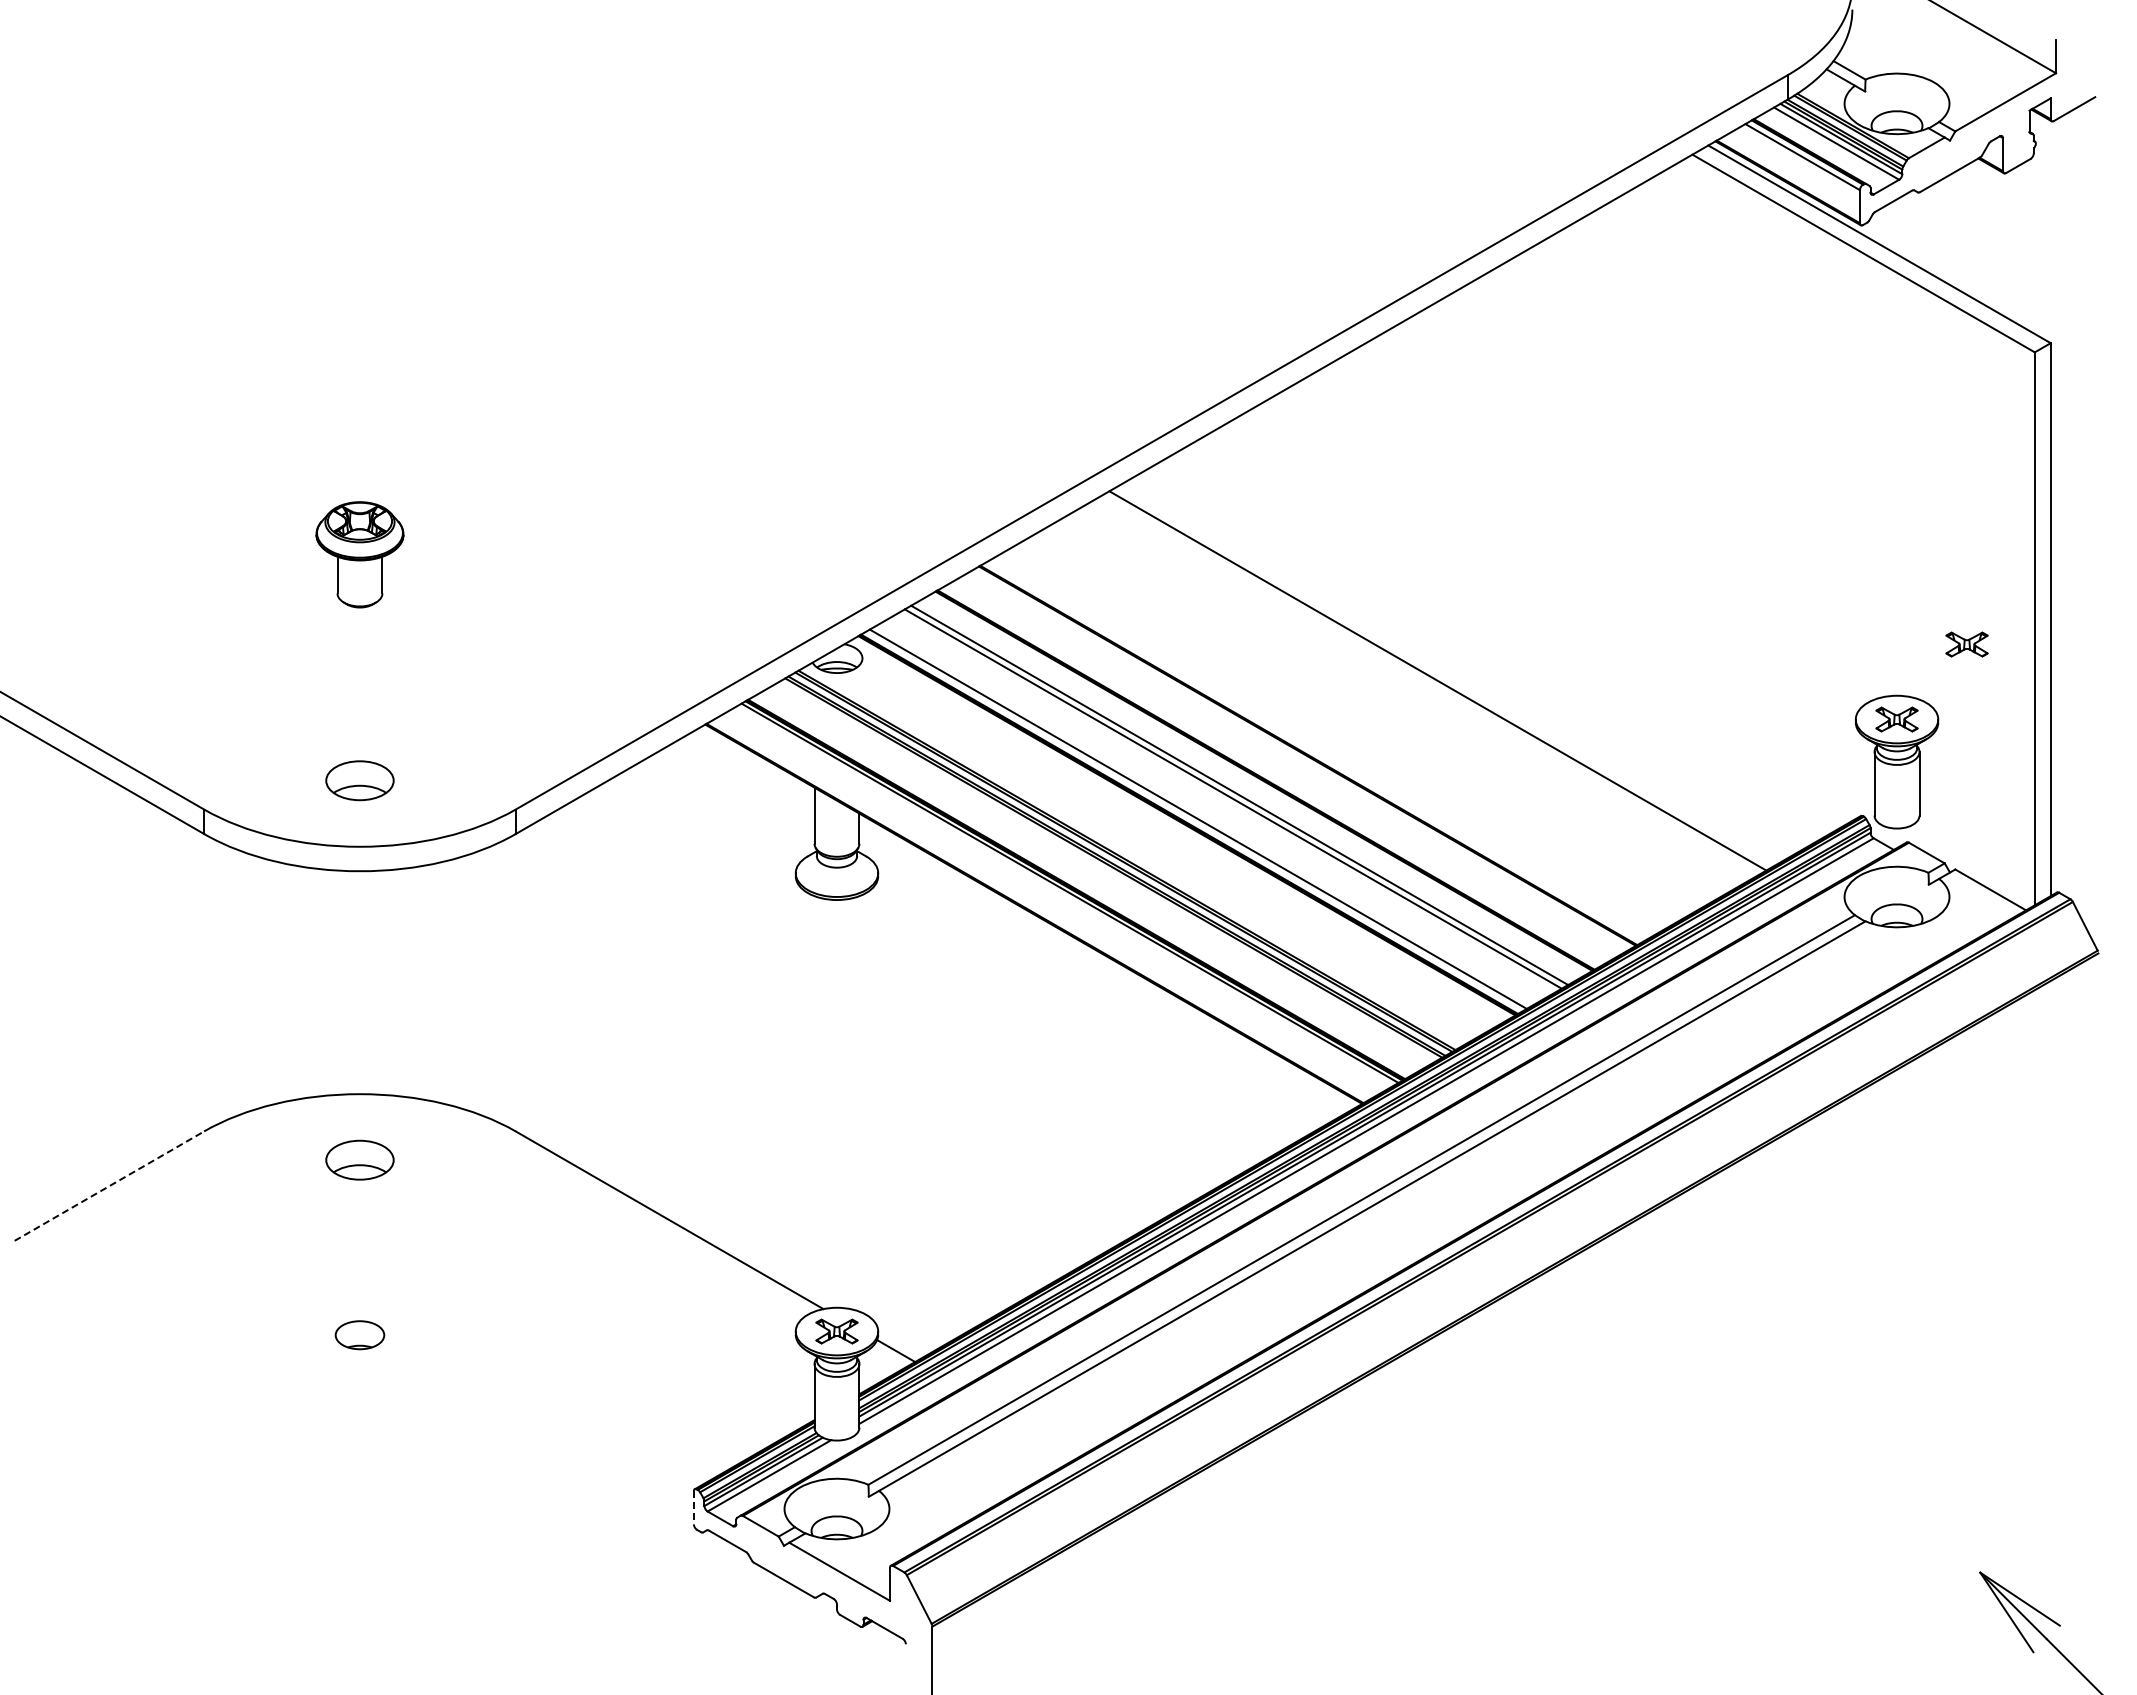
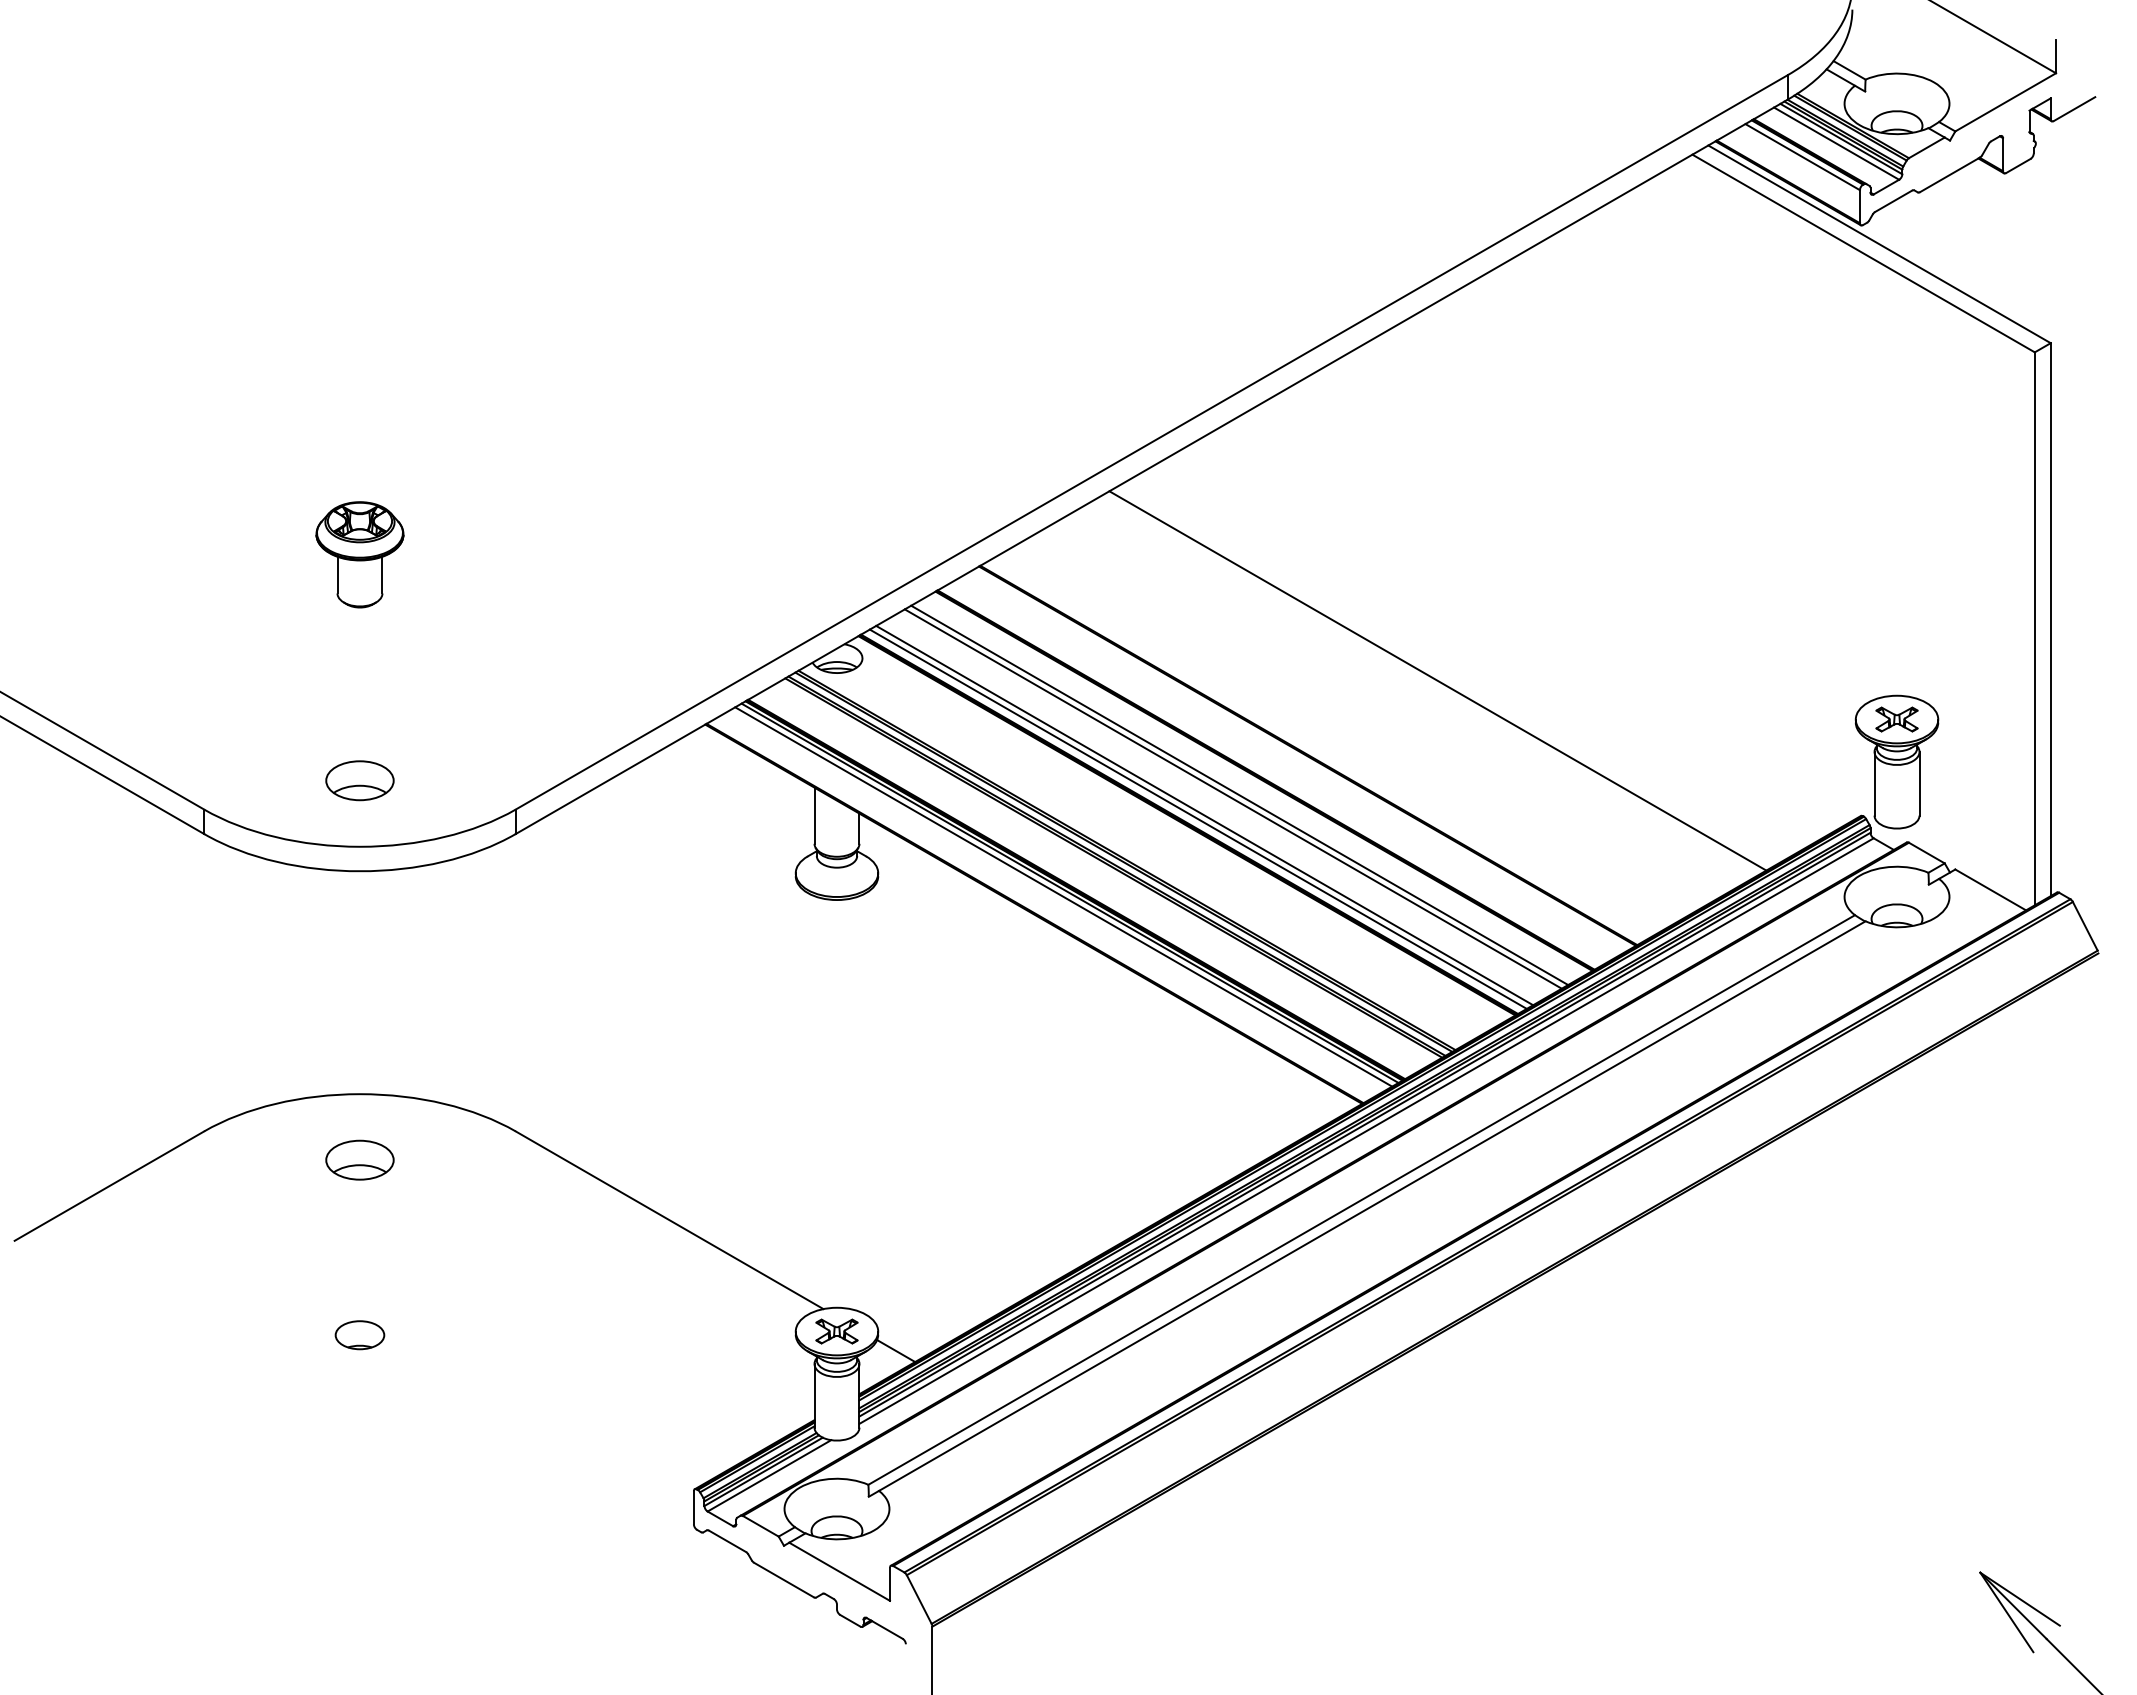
part at (1966, 644): present -> none
line at (1204, 815): none -> present
line at (1063, 896): none -> present
line at (109, 1185): dashed -> solid
line at (693, 1507): dashed -> solid
